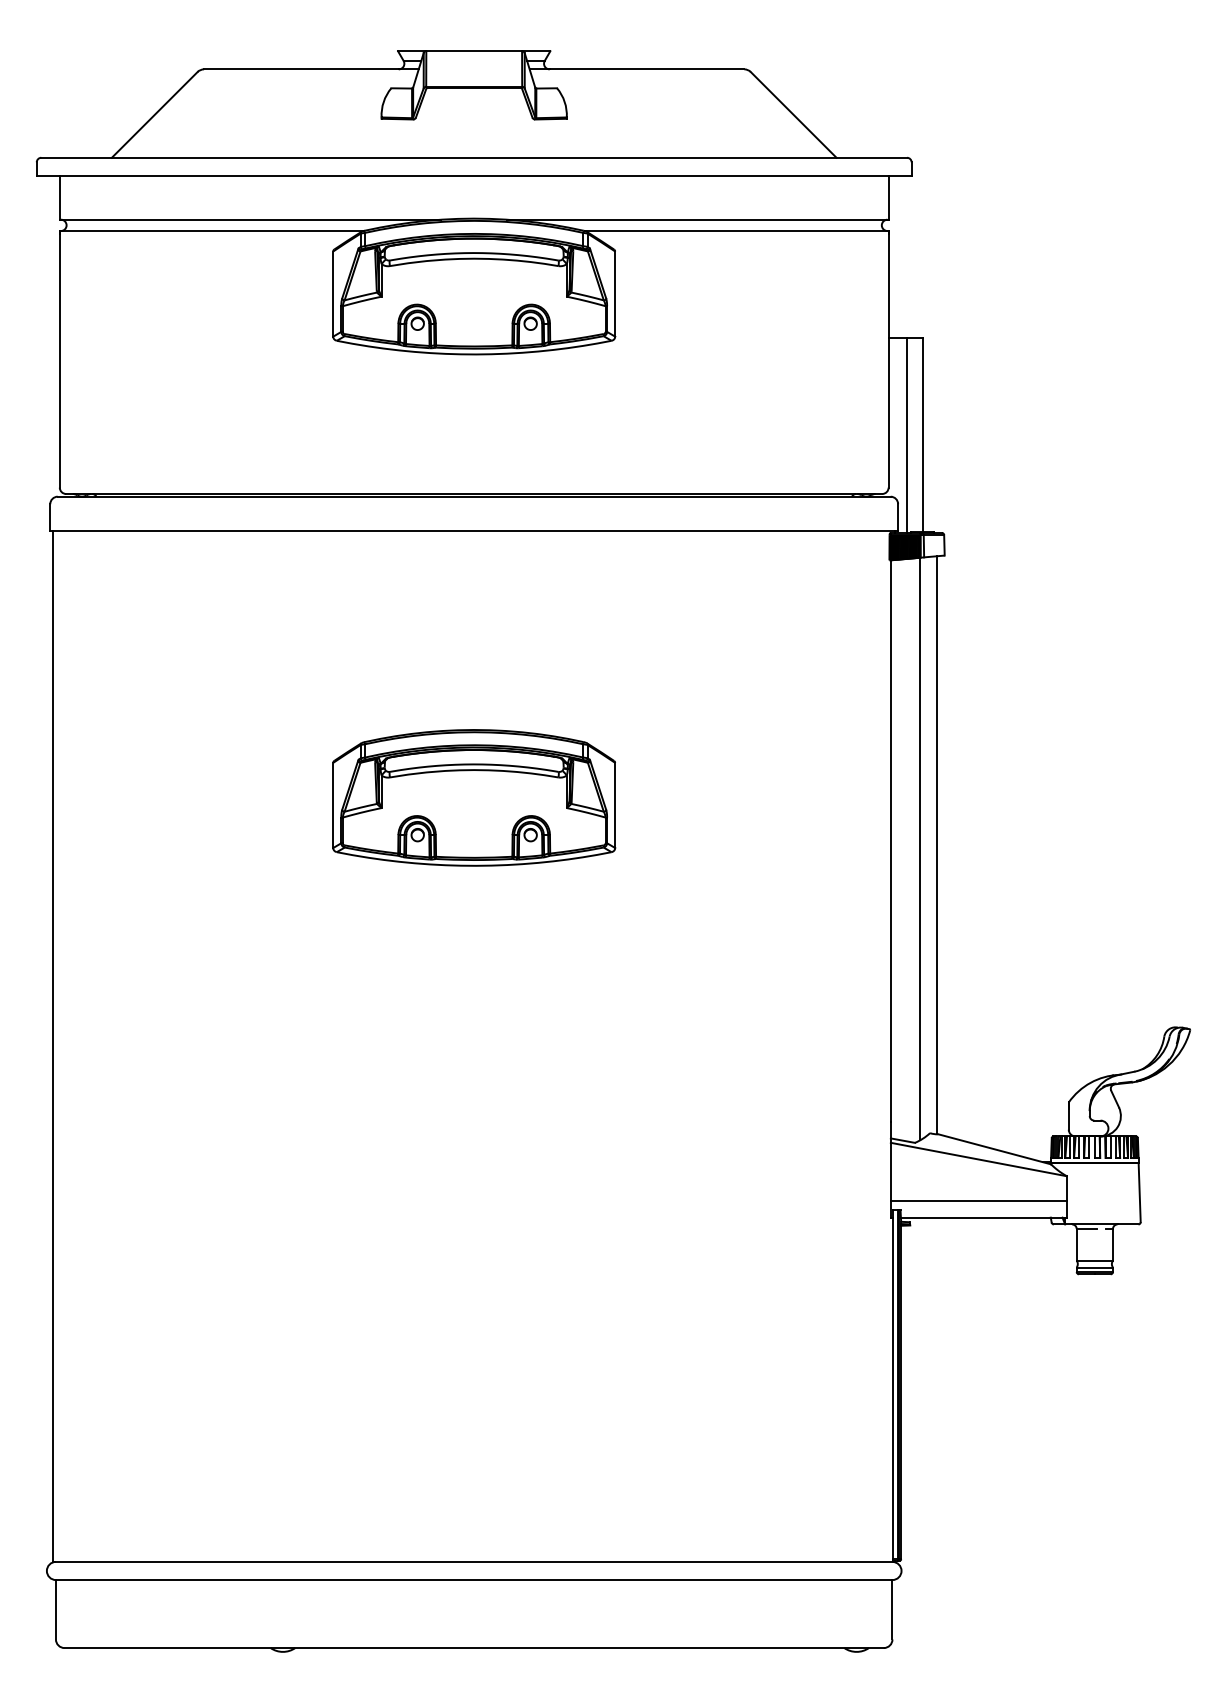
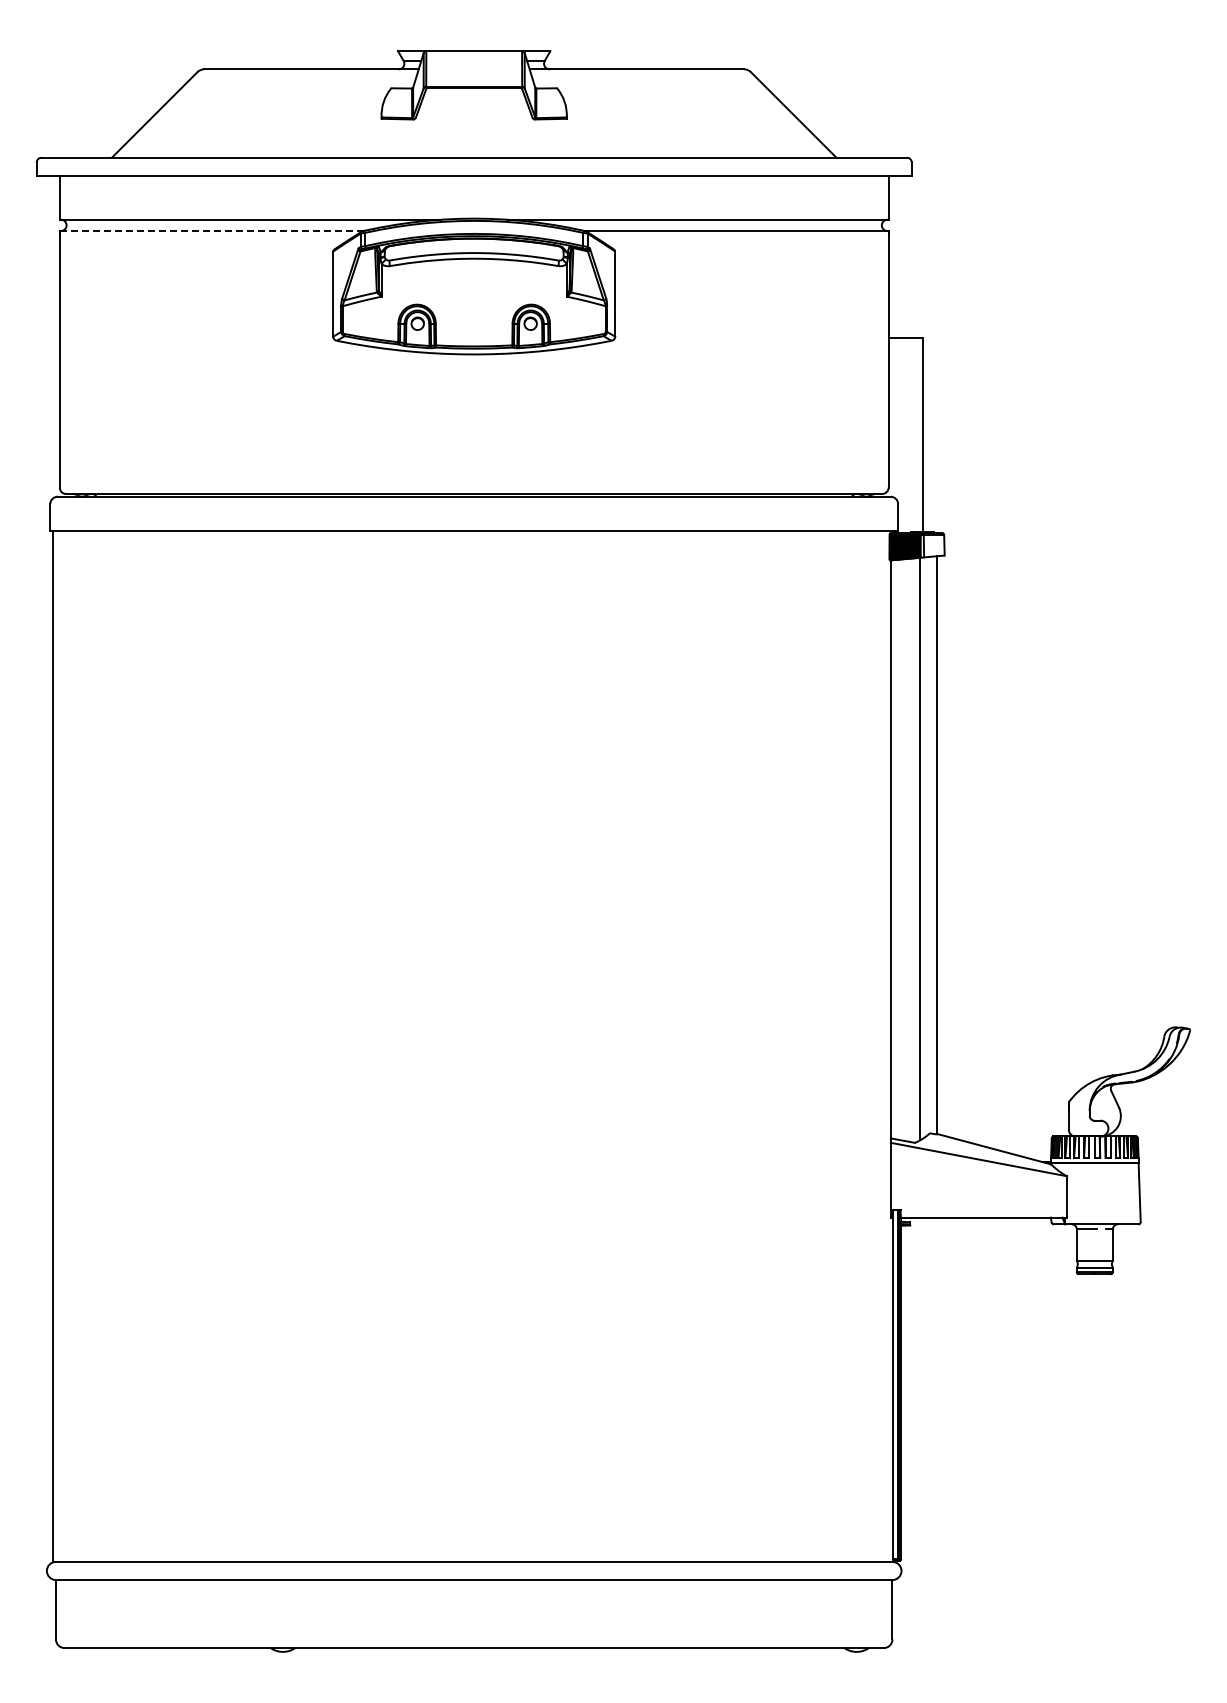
line at (211, 231): solid -> dashed
line at (907, 434): present -> none
part at (474, 797): present -> none
line at (978, 1200): present -> none
